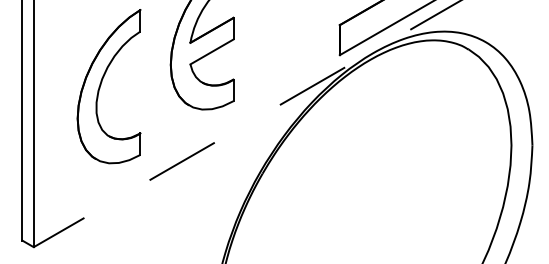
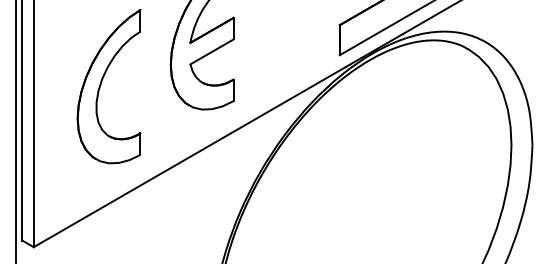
line at (247, 123): dashed -> solid
line at (16, 131): none -> present
